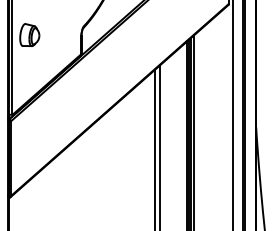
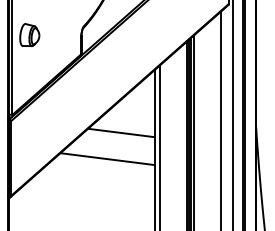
line at (220, 119): none -> present
line at (121, 132): none -> present
line at (107, 159): none -> present
